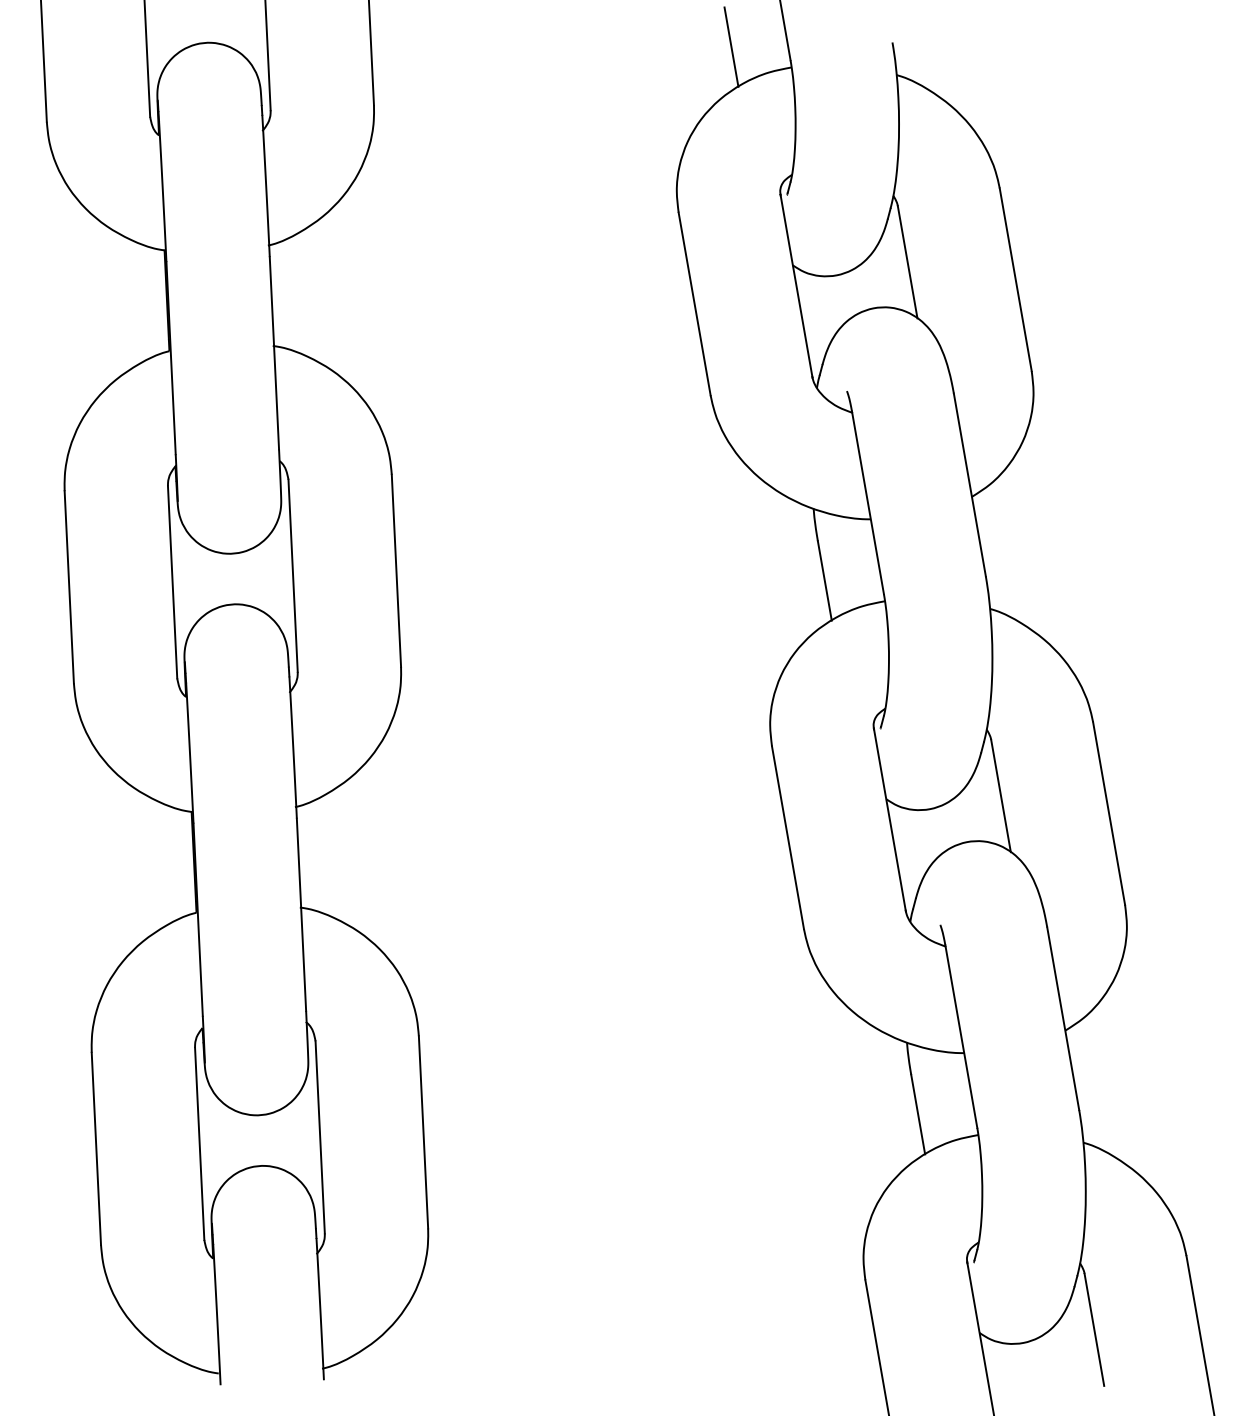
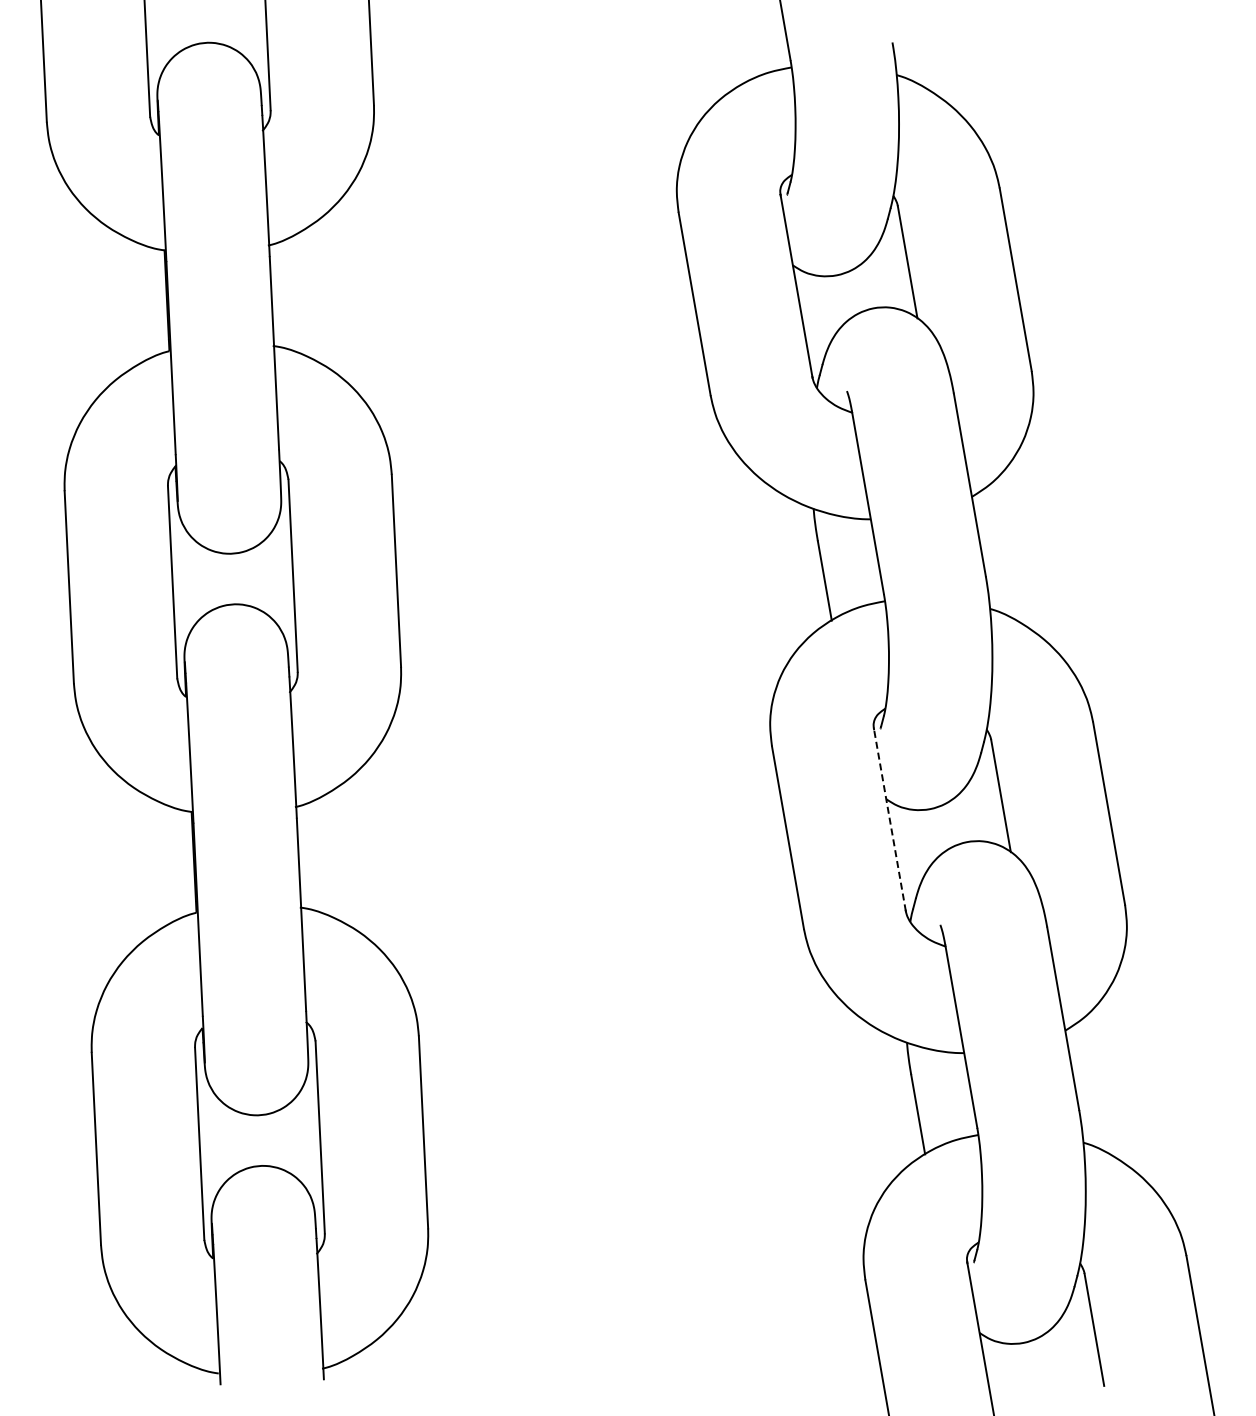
line at (731, 46): present -> none
line at (889, 819): solid -> dashed
